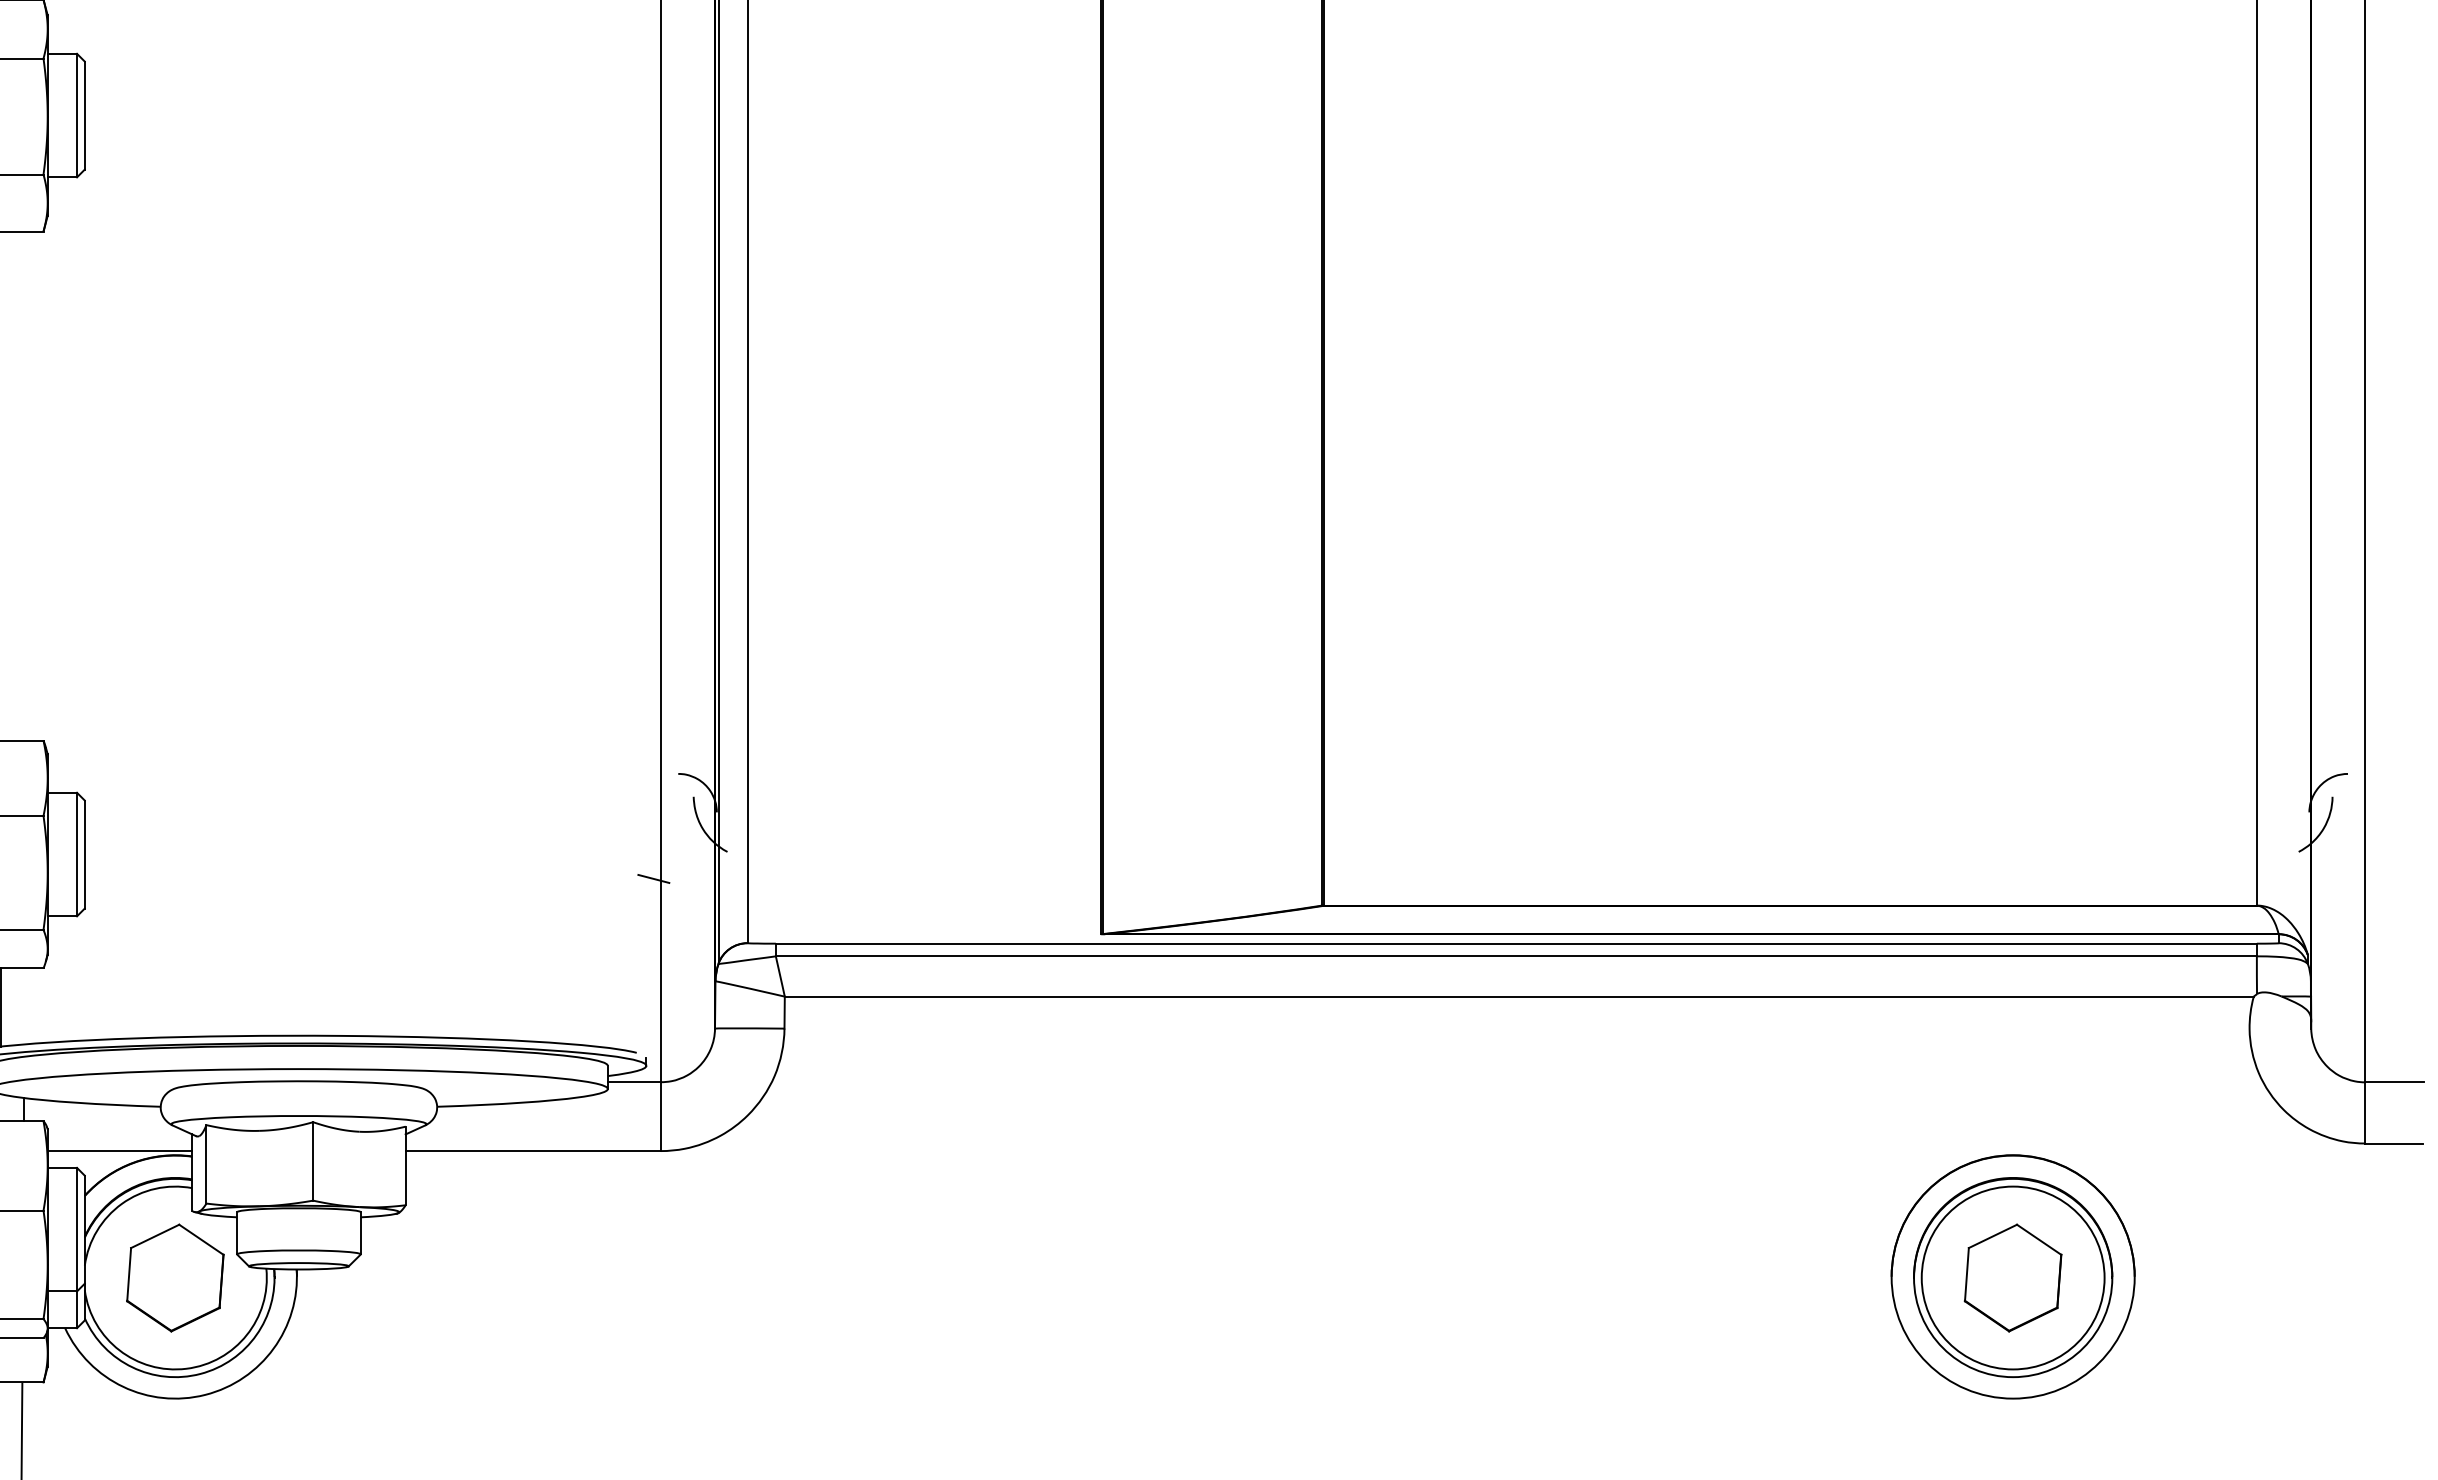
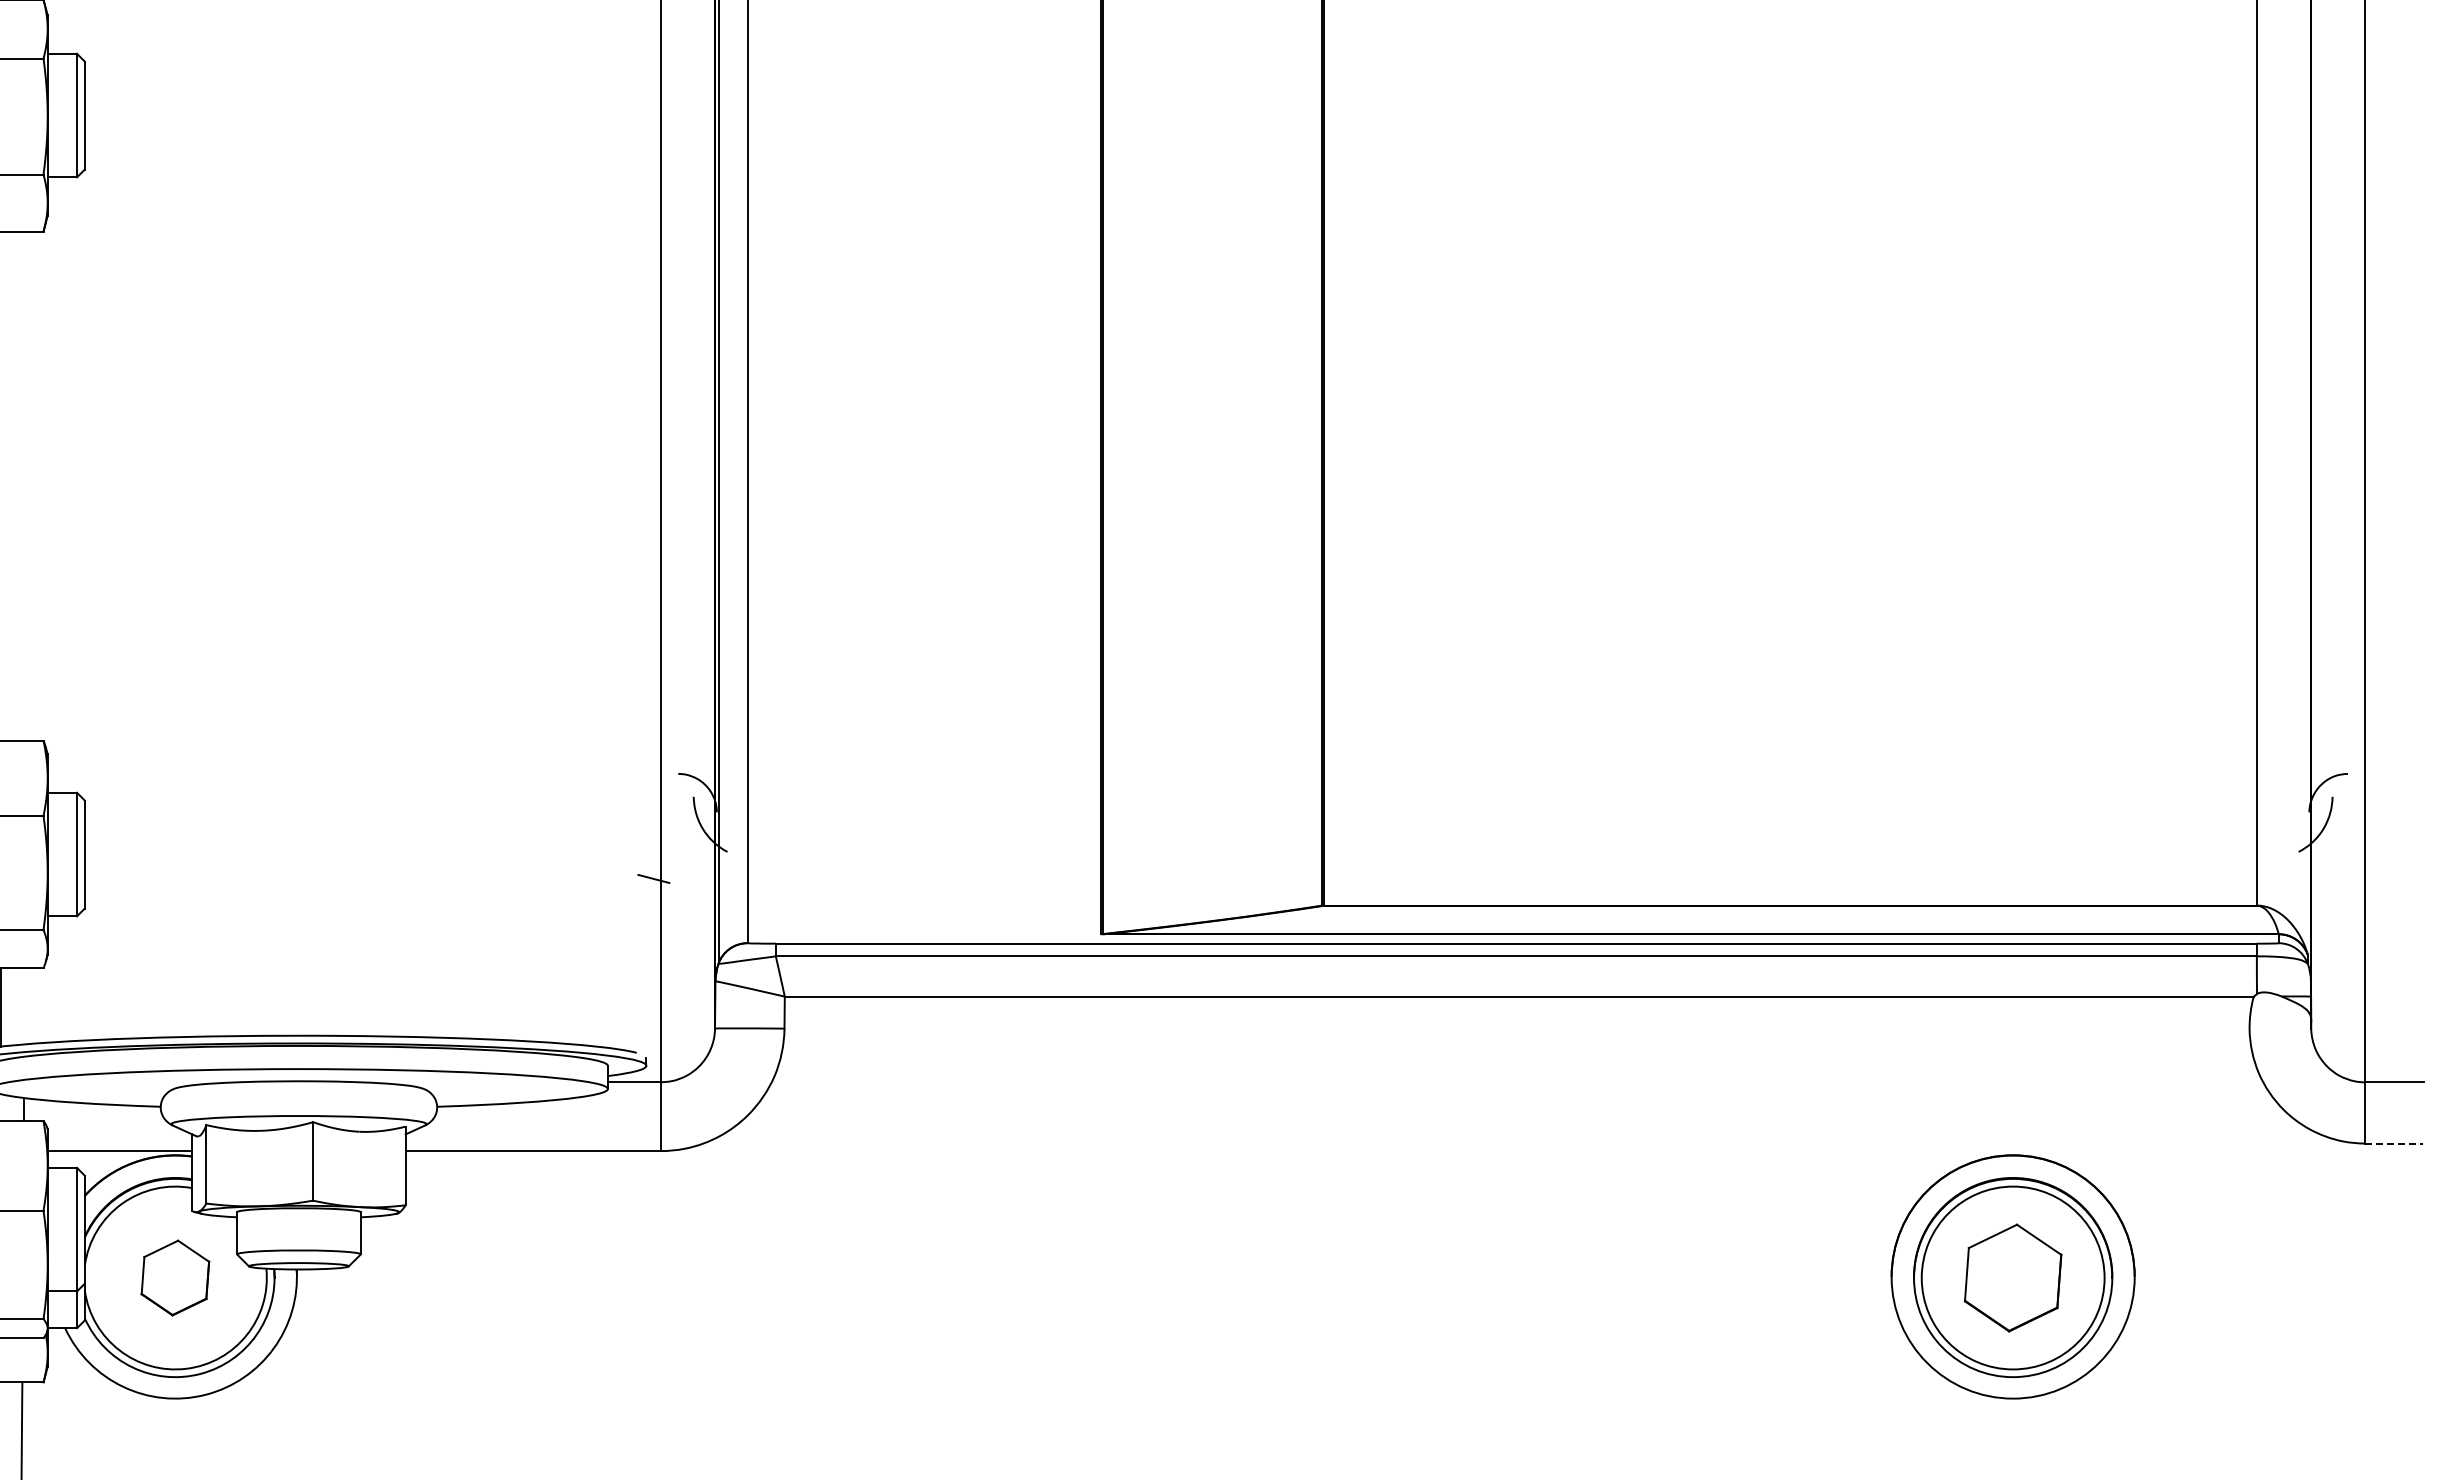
line at (2394, 1143): solid -> dashed
part at (175, 1277) size: 99x110 px -> 71x78 px
